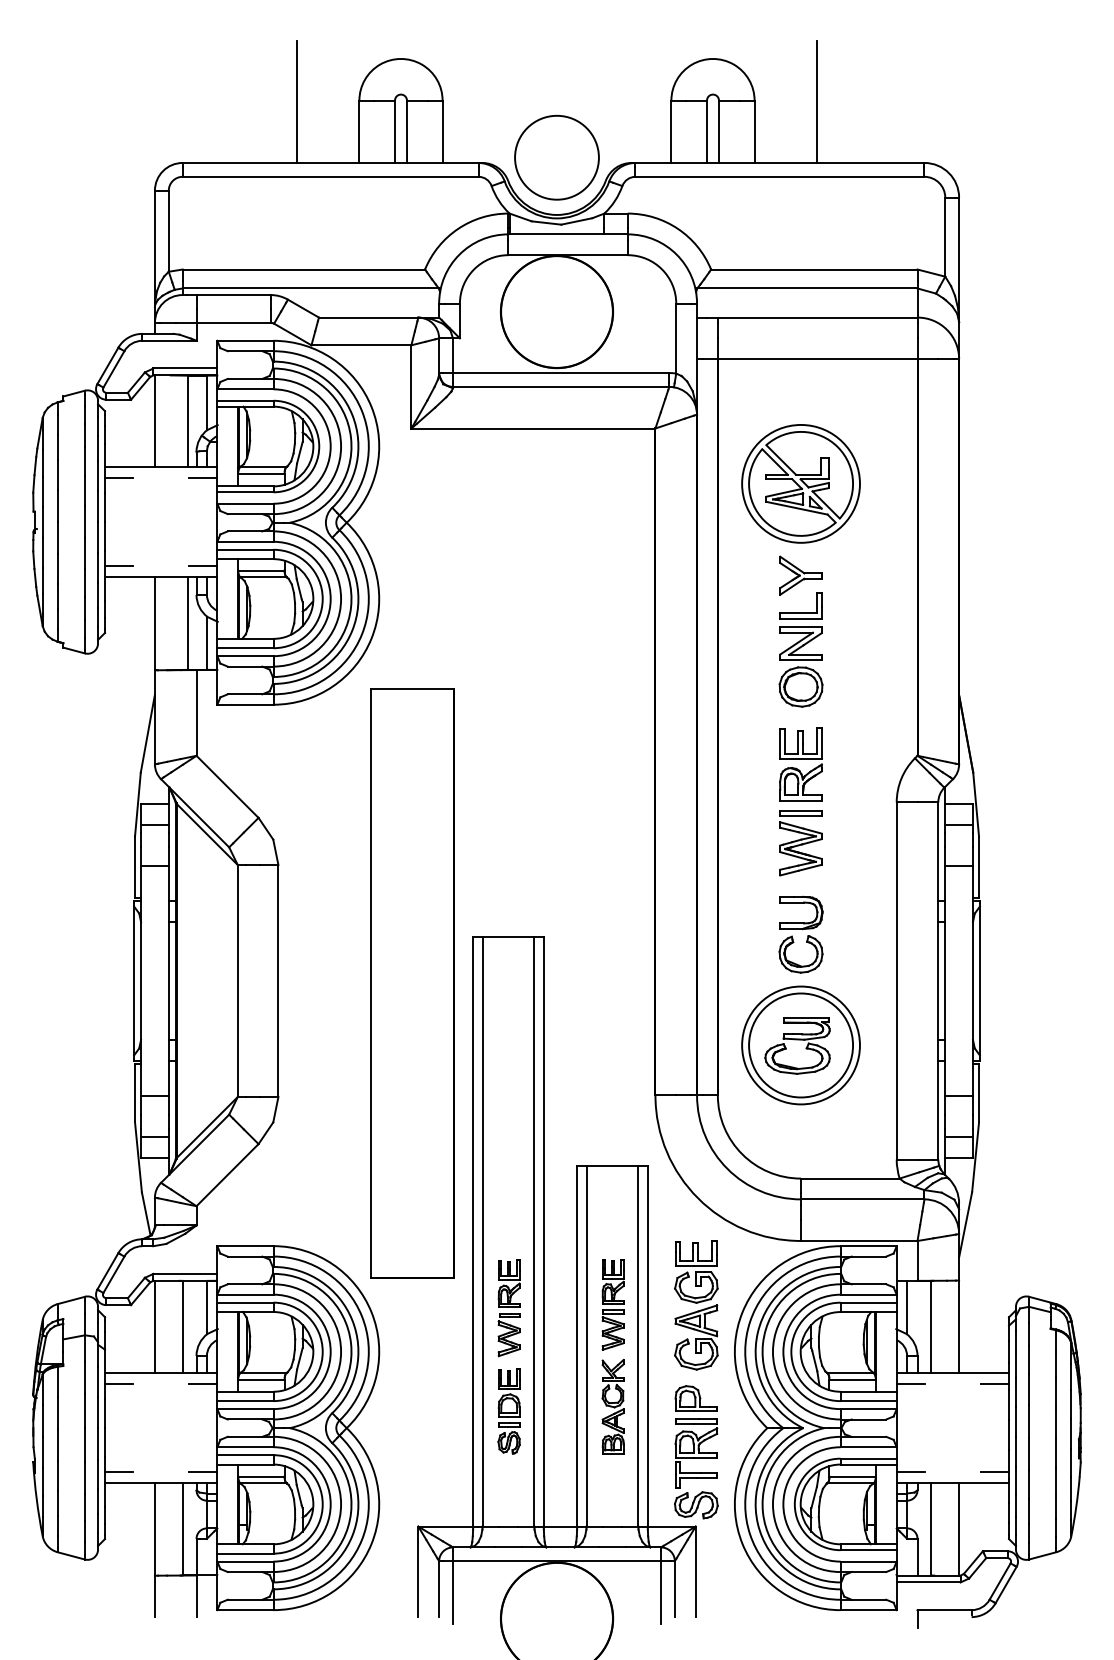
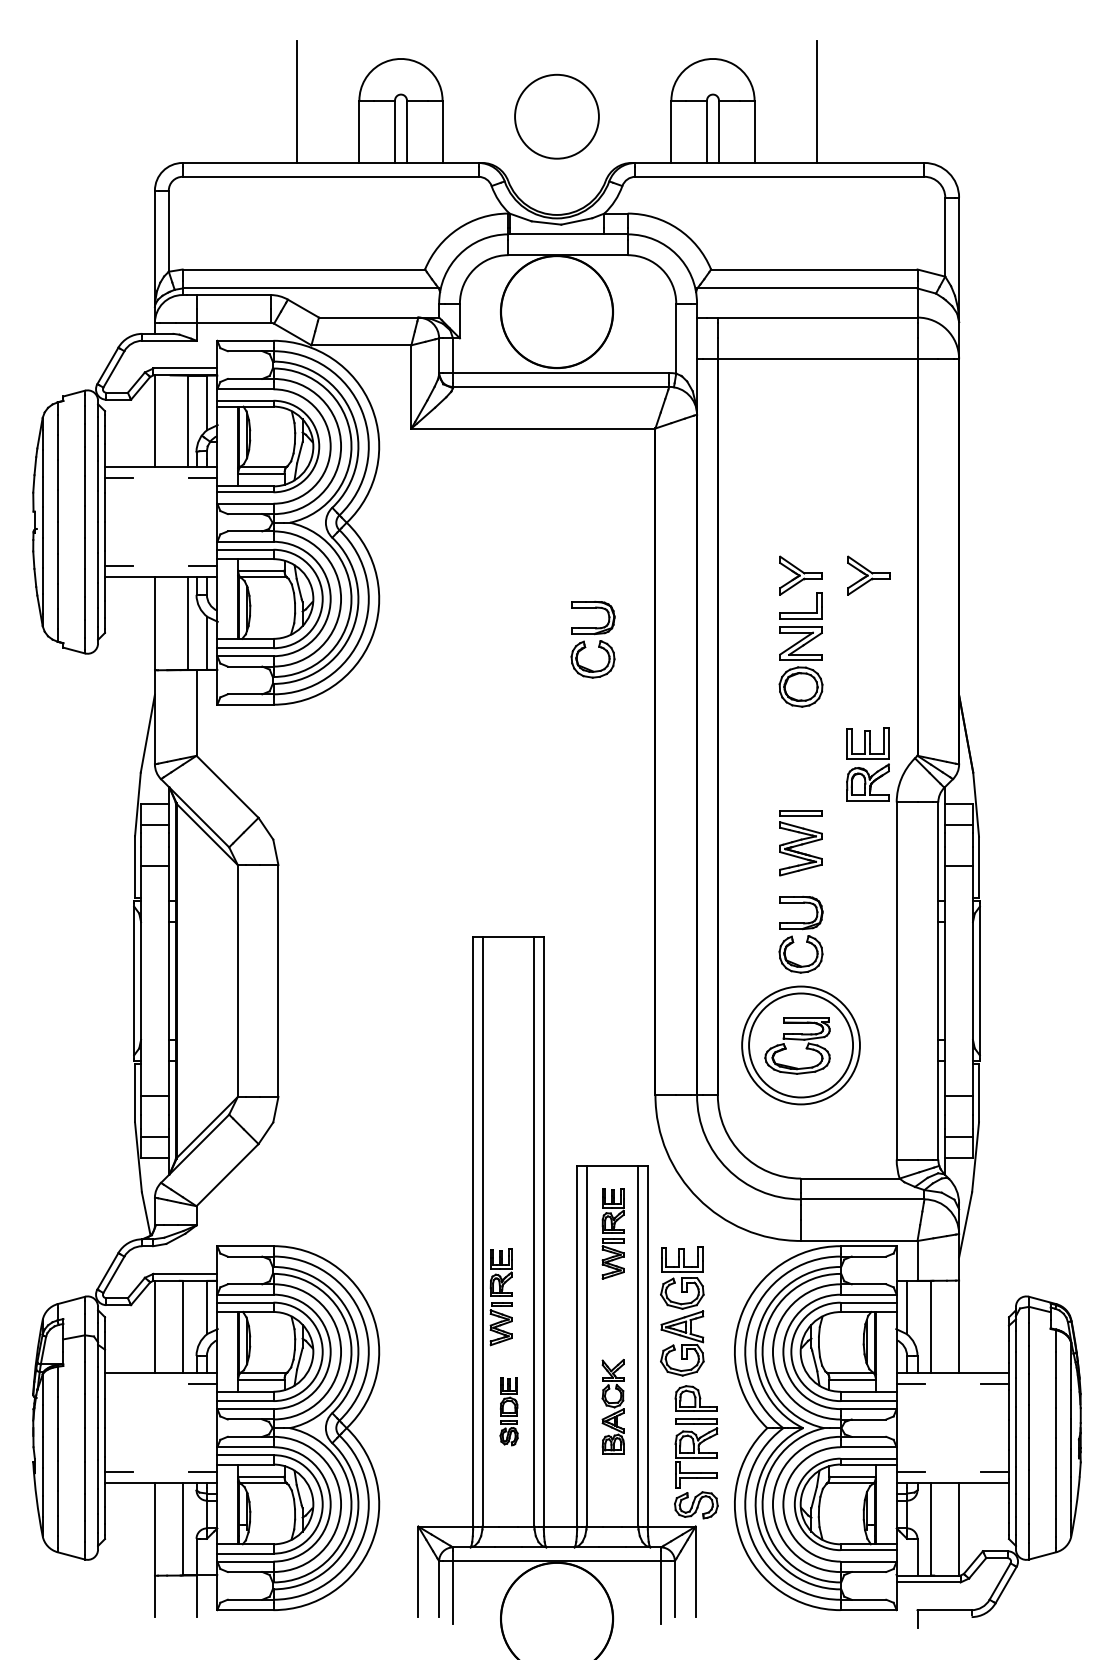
circle at (556, 157) position: (556, 157) -> (556, 116)
part at (800, 483): present -> none
part at (868, 575): none -> present
part at (592, 639): none -> present
part at (800, 764) position: (800, 764) -> (867, 764)
part at (412, 983): present -> none
part at (612, 1304) position: (612, 1304) -> (612, 1233)
part at (696, 1305) position: (696, 1305) -> (682, 1311)
part at (508, 1308) position: (508, 1308) -> (500, 1297)
line at (119, 1384): present -> none
part at (508, 1411) size: 24x87 px -> 20x70 px
